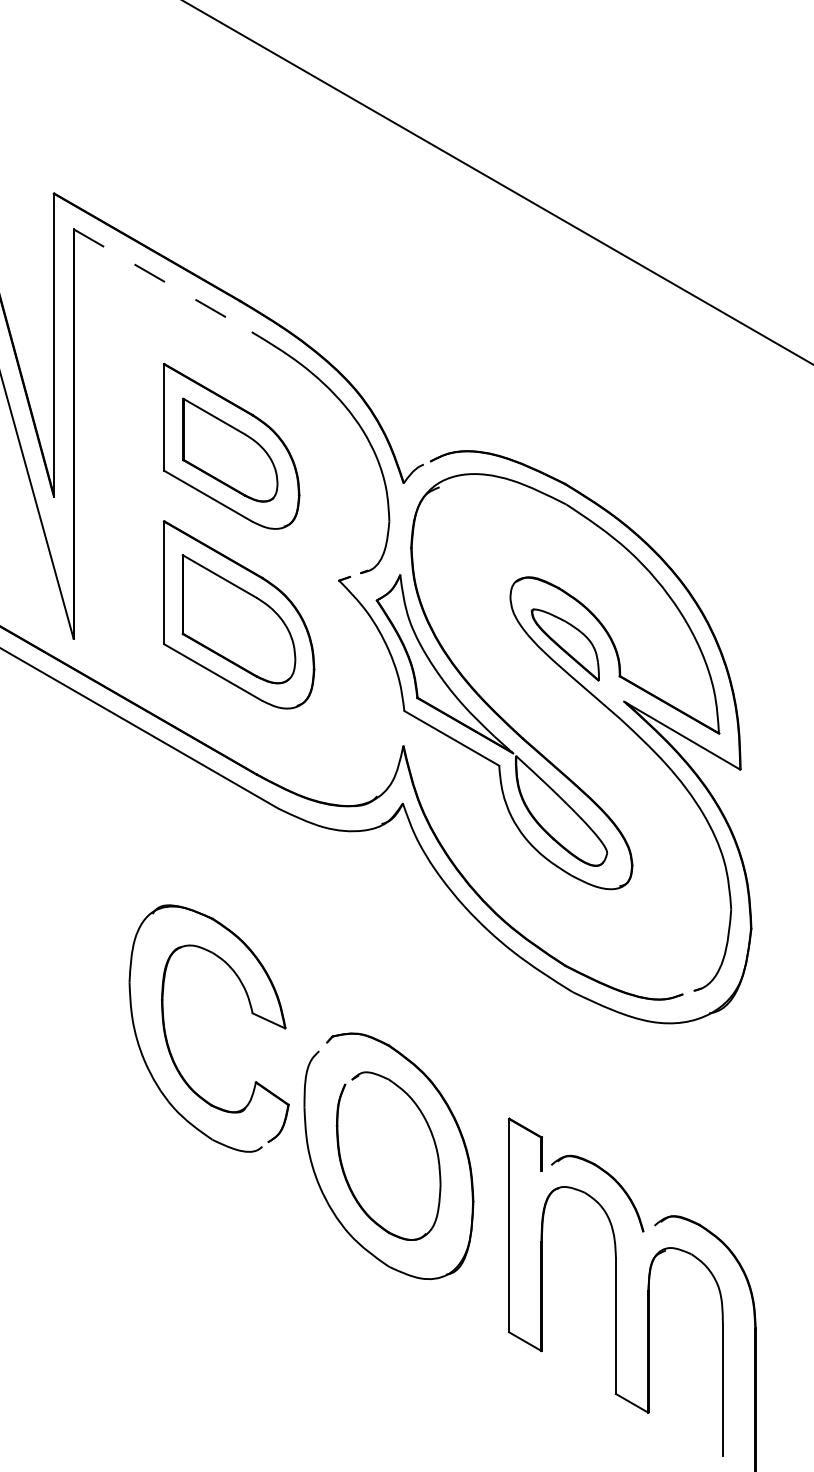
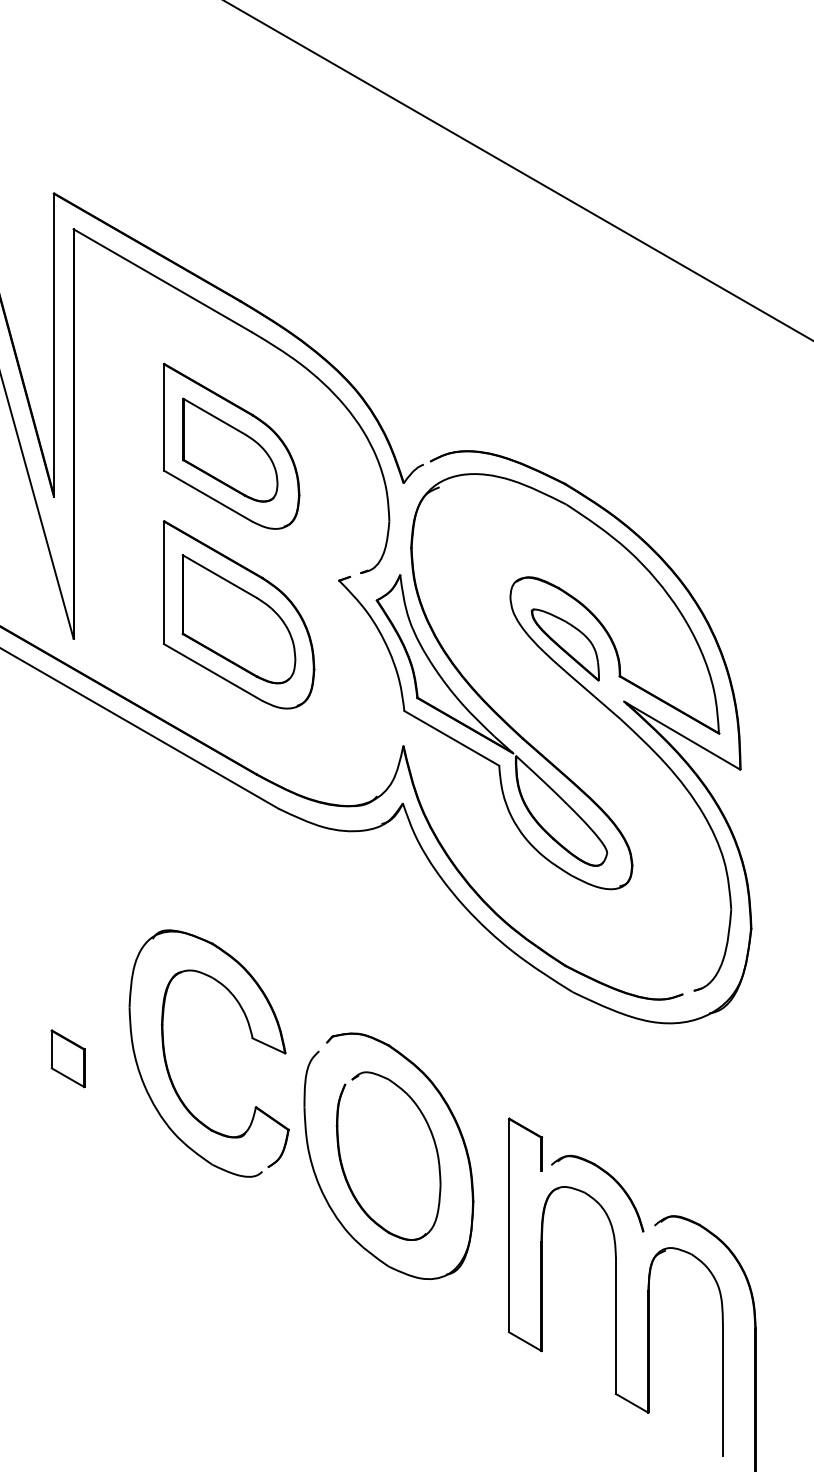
line at (497, 182) position: (497, 182) -> (518, 170)
line at (162, 280): dashed -> solid
part at (167, 1038) position: (167, 1038) -> (167, 1063)
part at (67, 1058): none -> present
